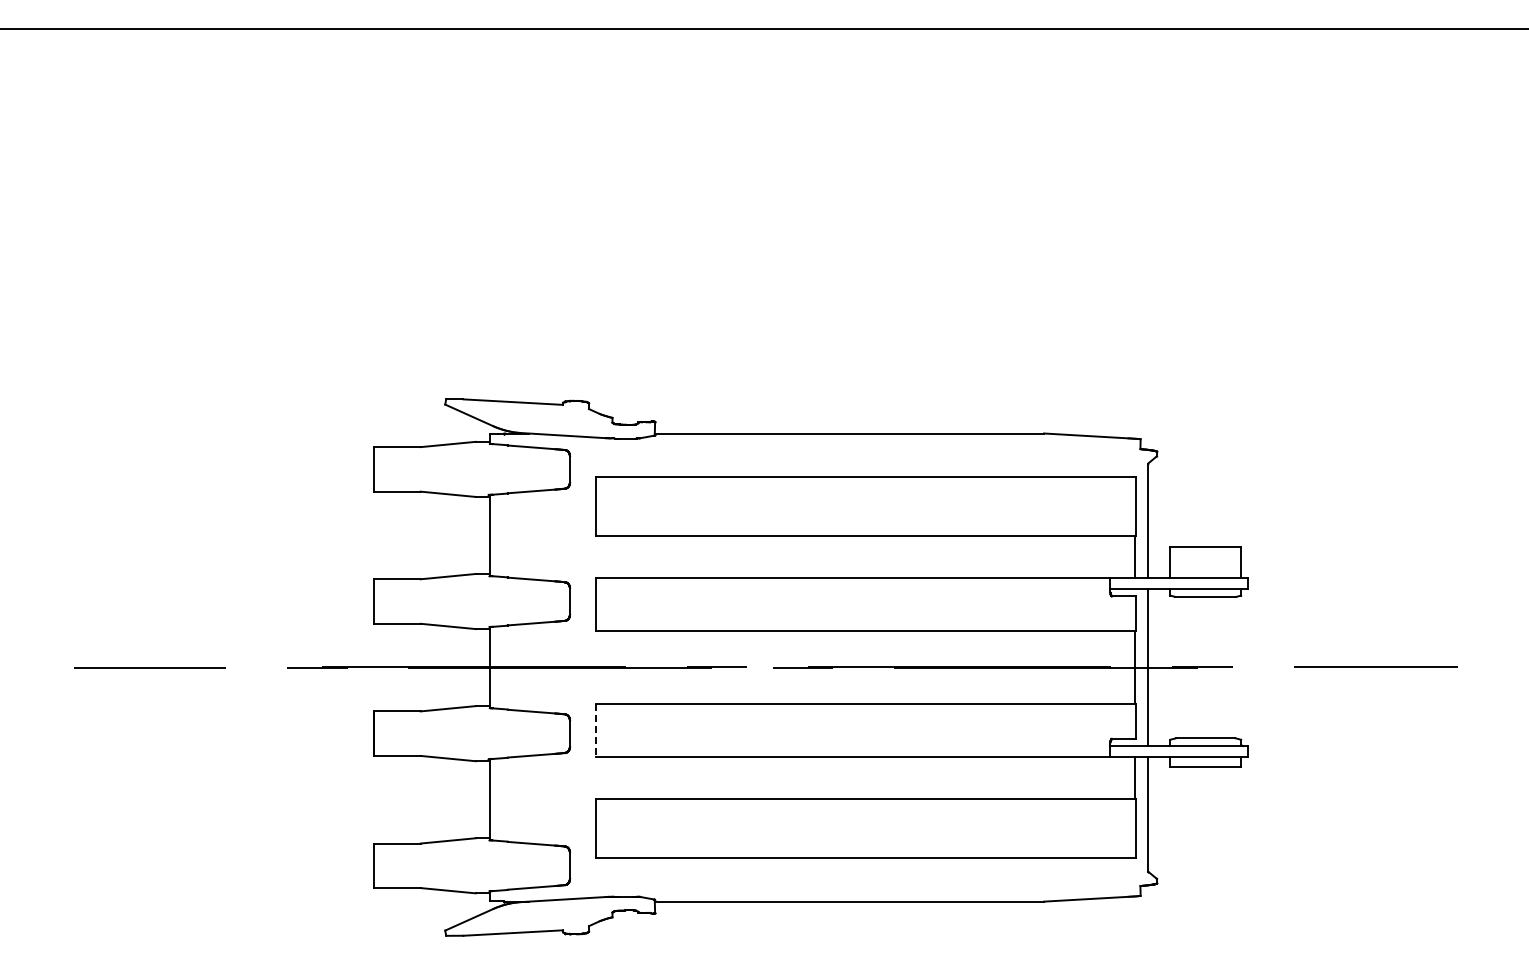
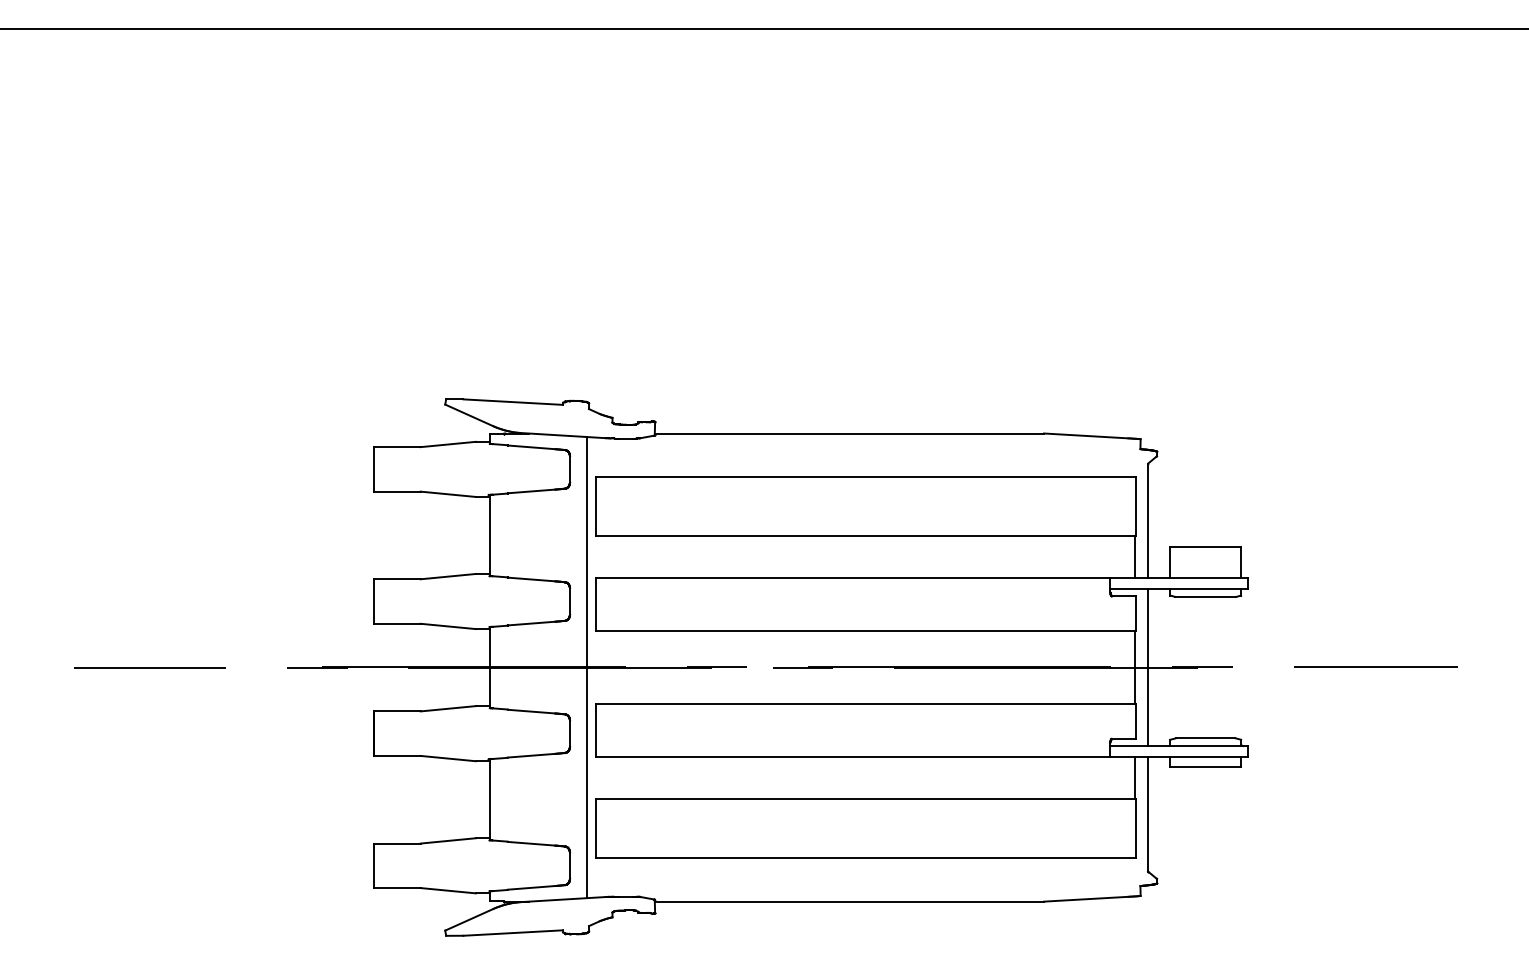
line at (586, 667): none -> present
line at (595, 731): dashed -> solid
